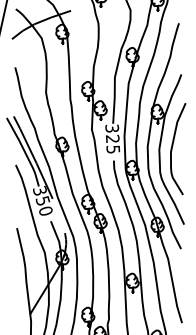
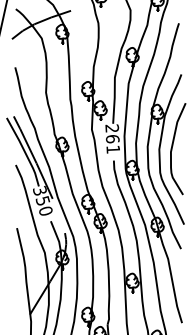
text at (112, 138): 325 -> 261
